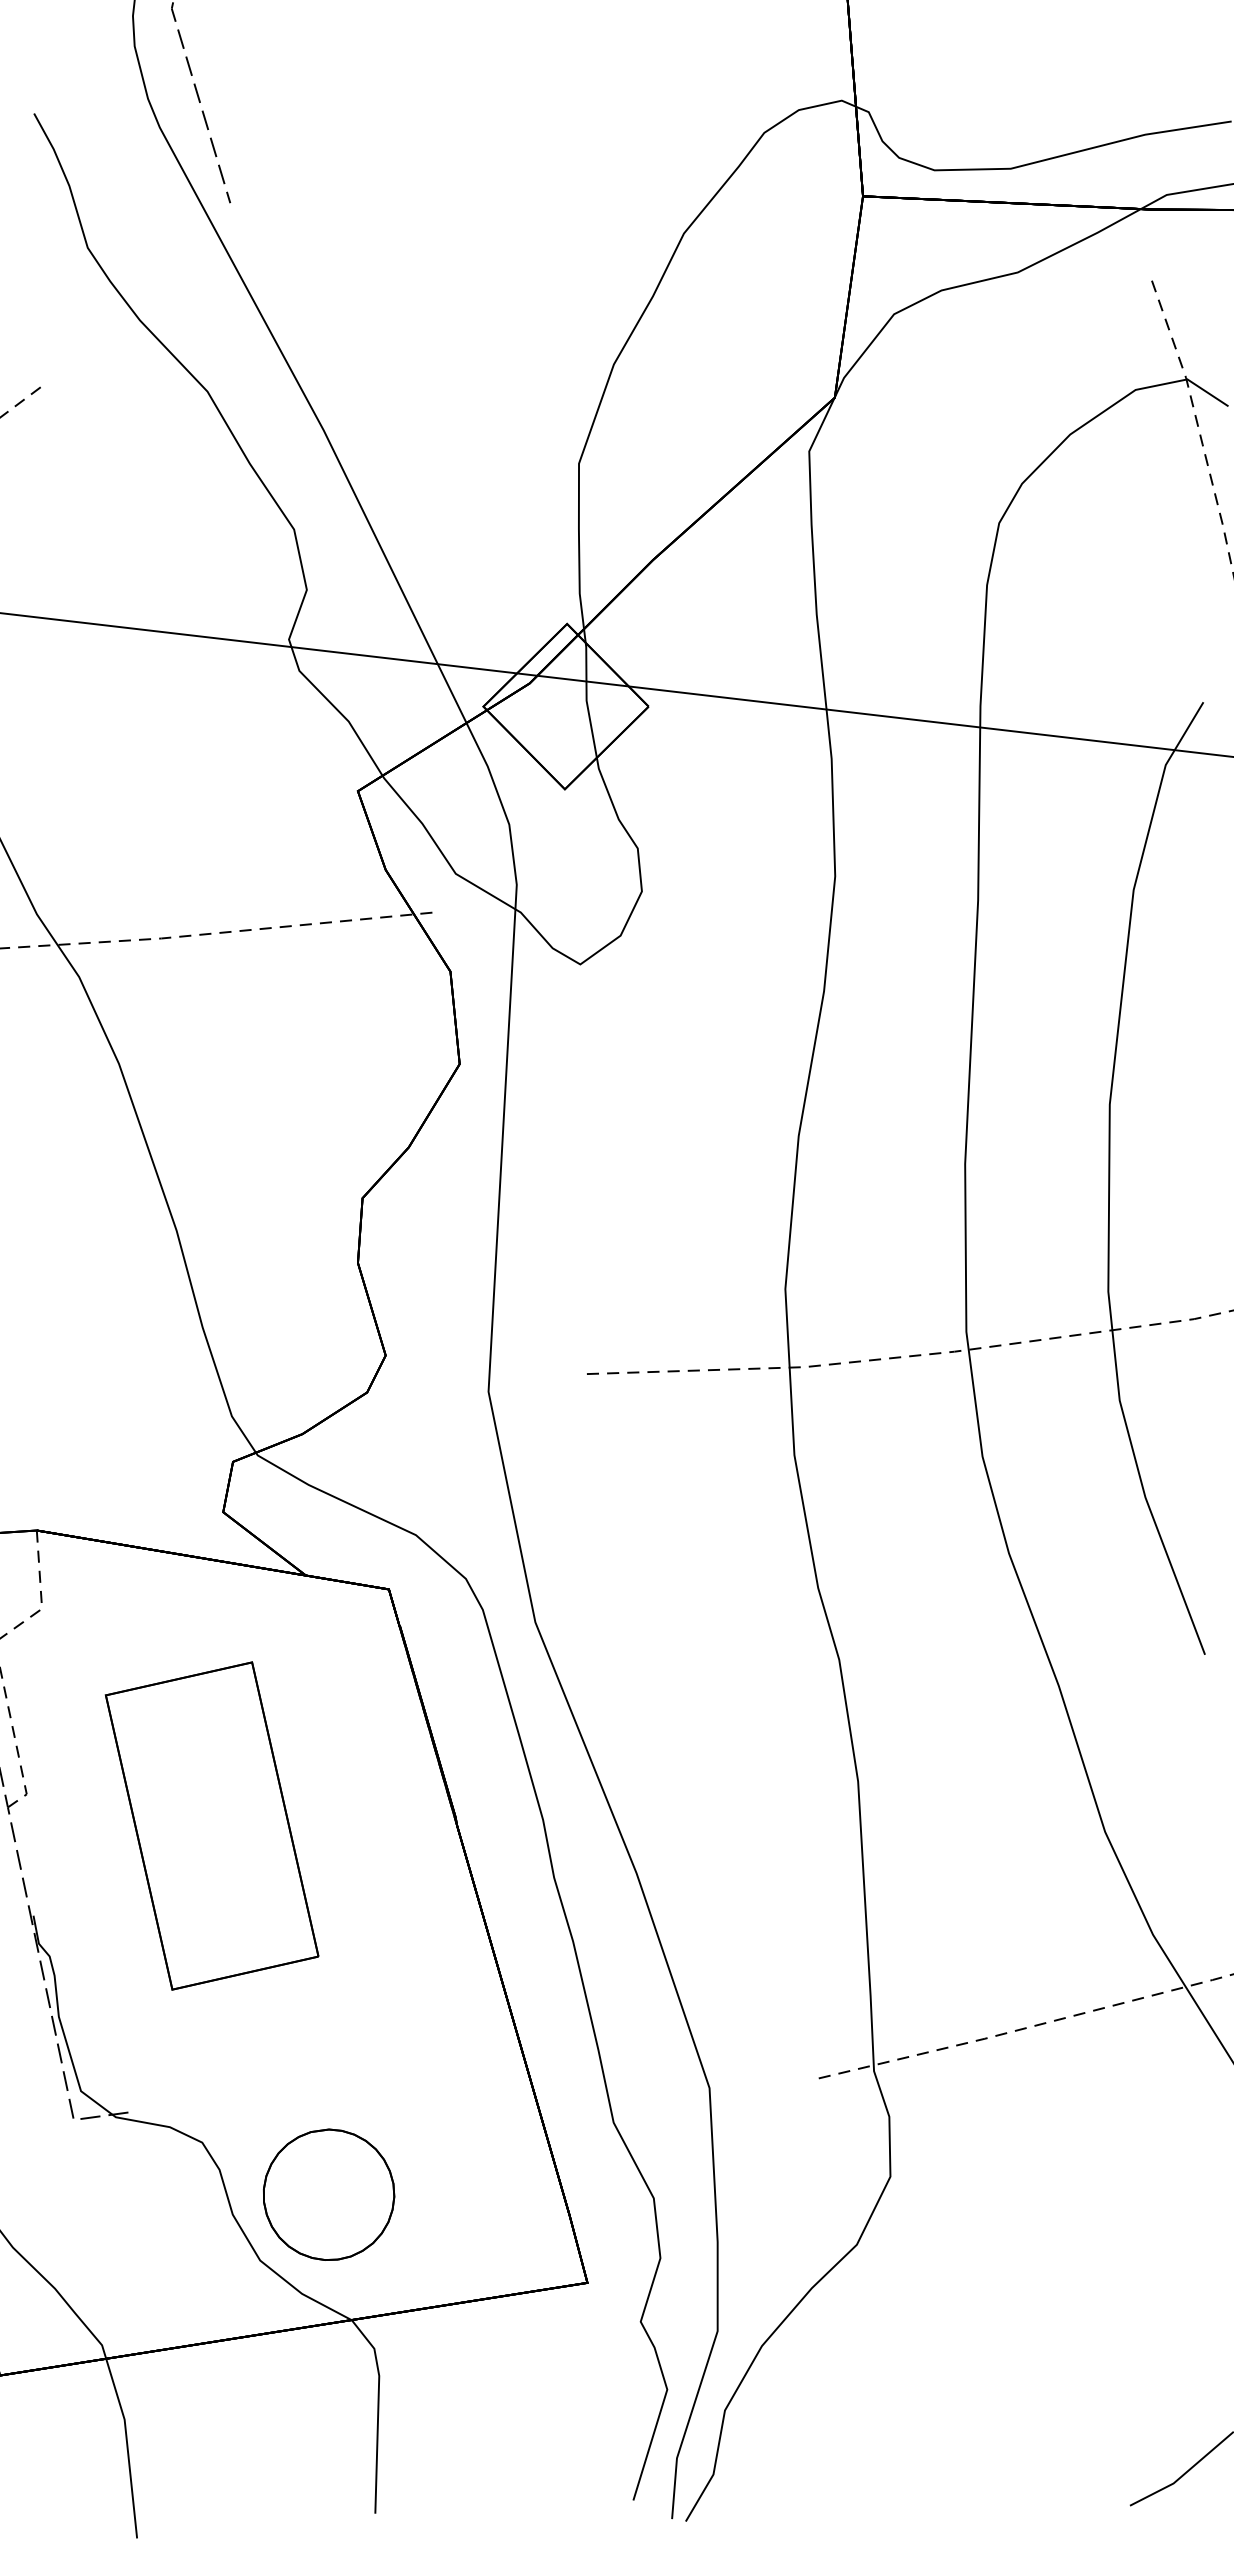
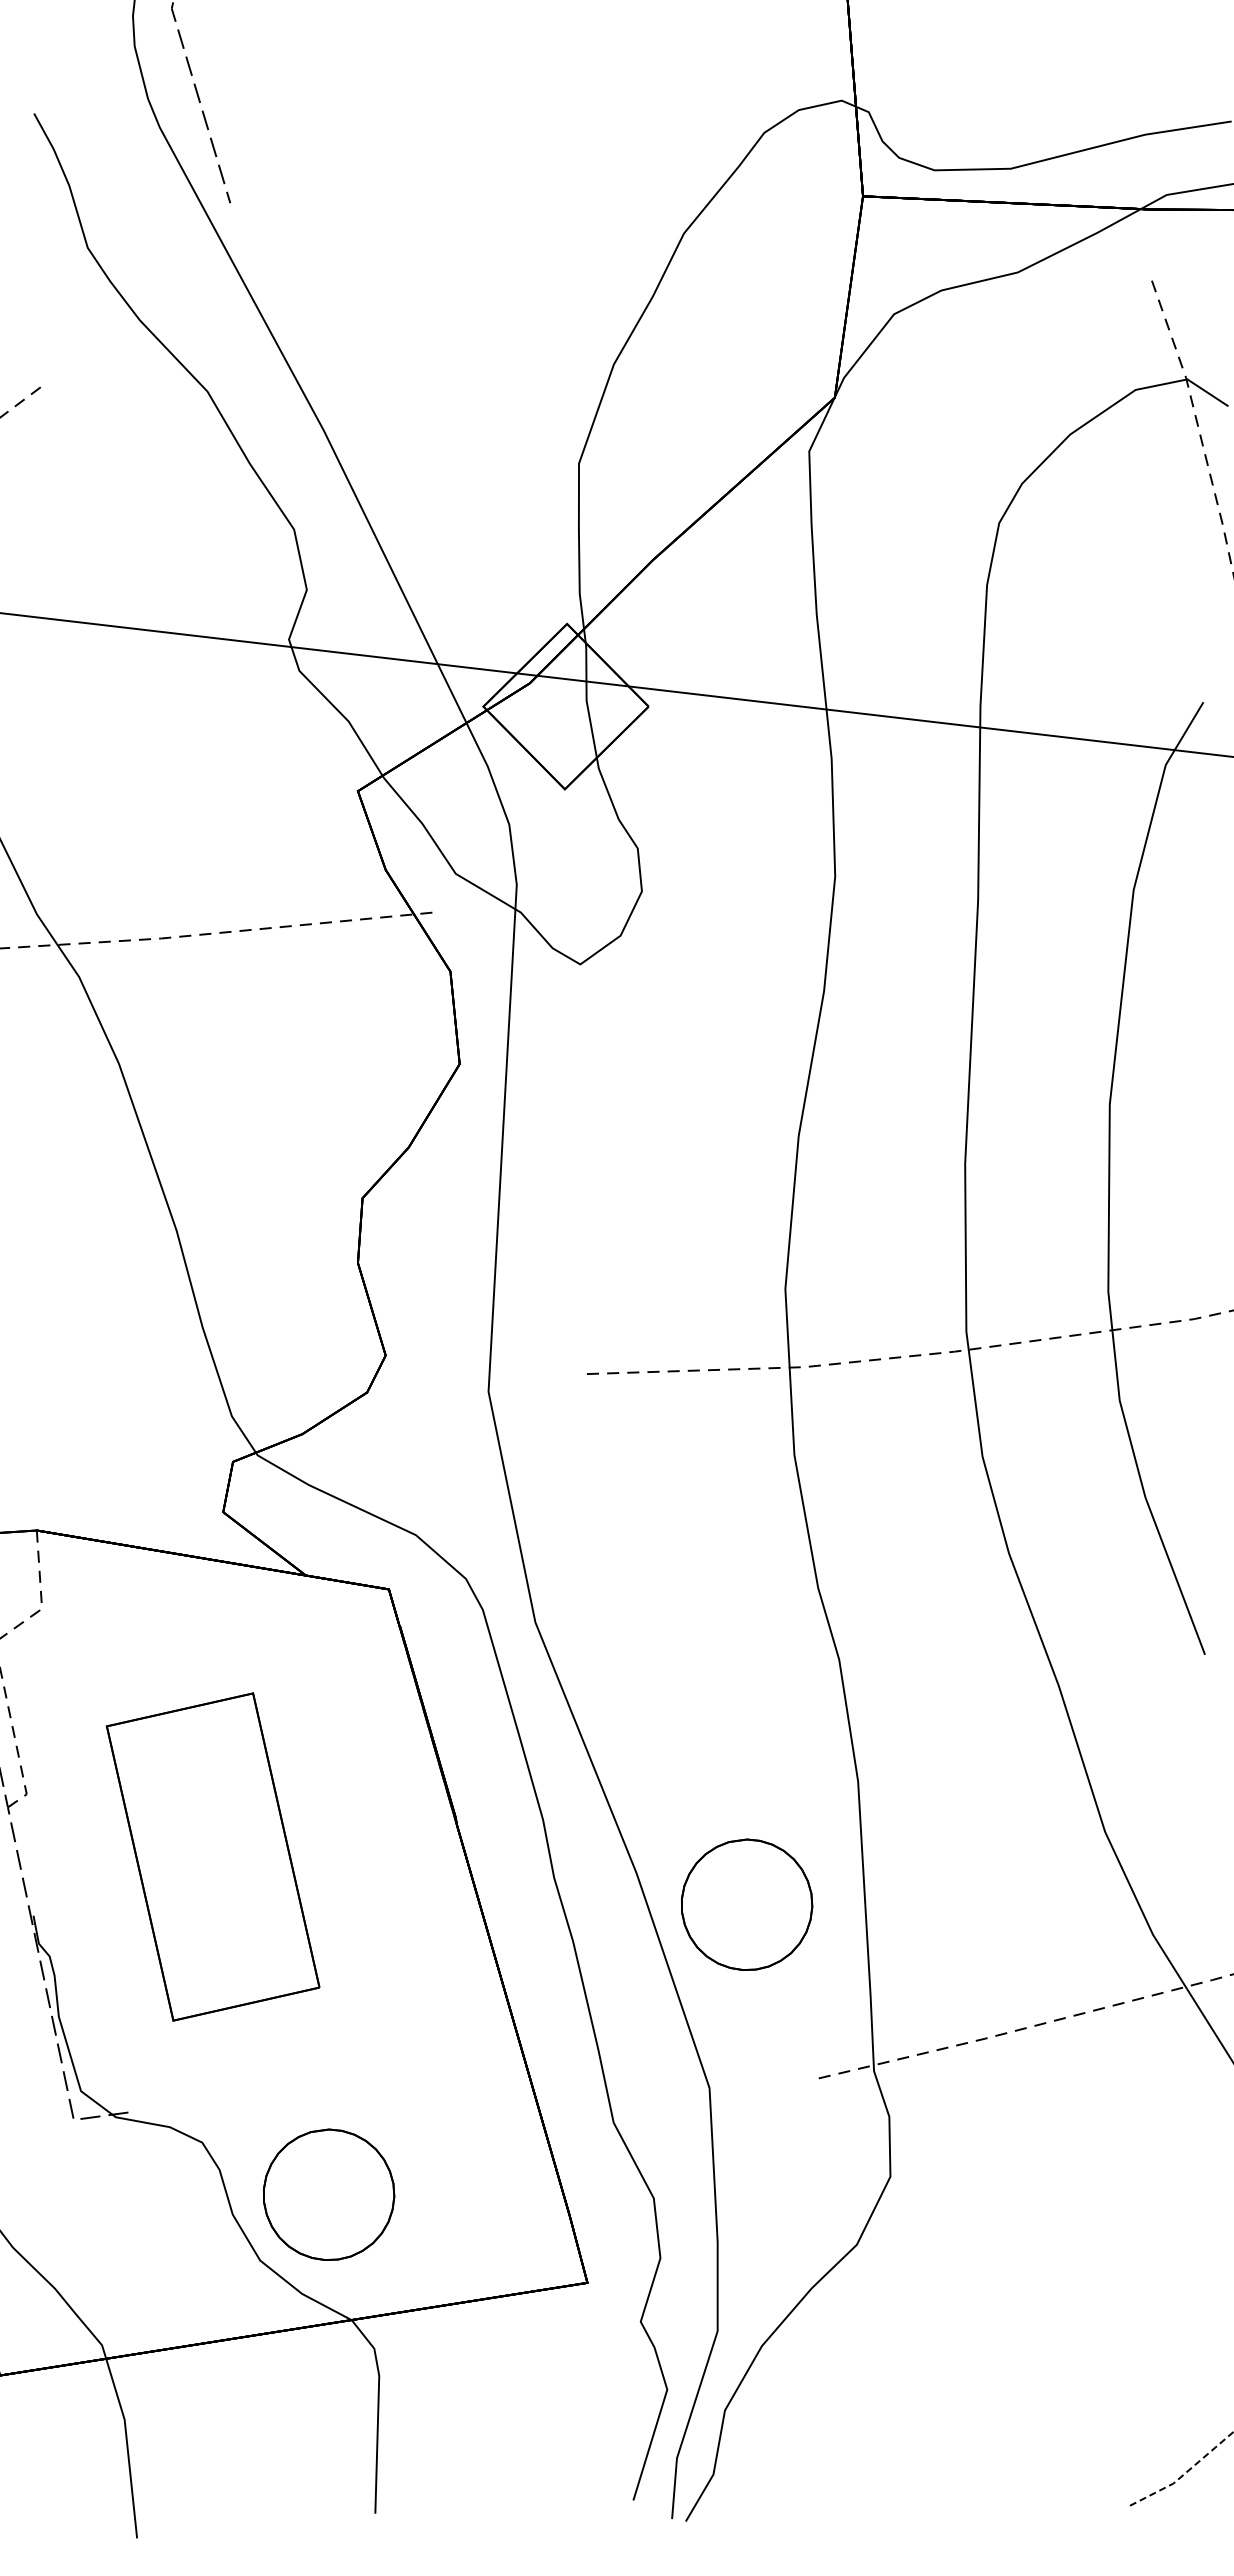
part at (211, 1825) position: (211, 1825) -> (212, 1856)
part at (747, 1904): none -> present
line at (1184, 2473): solid -> dashed
